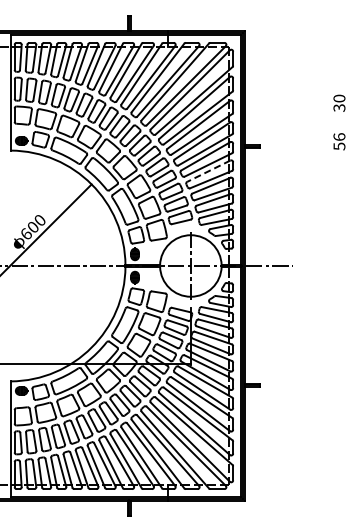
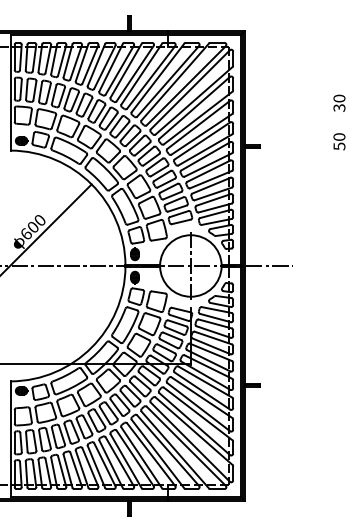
text at (339, 136): 56 -> 50
line at (208, 171): dashed -> solid
